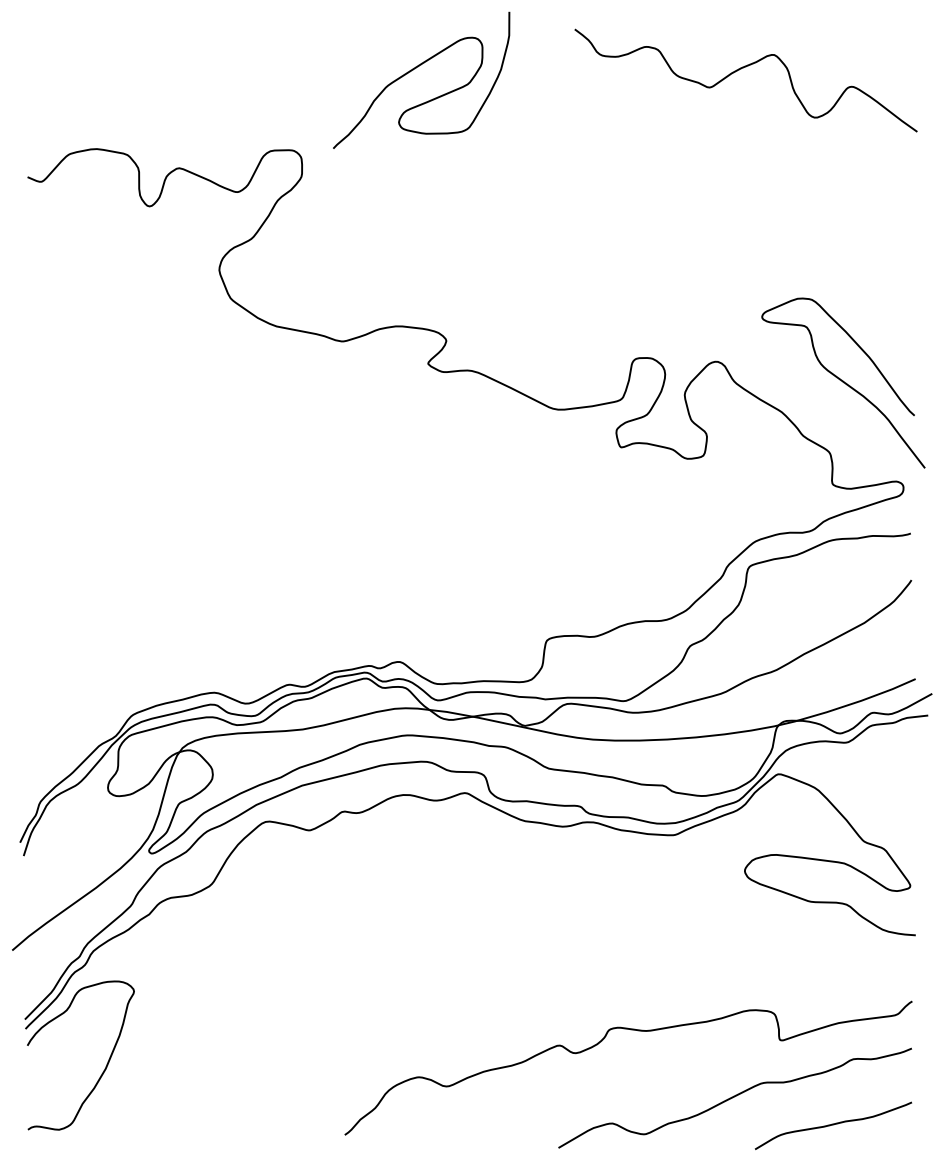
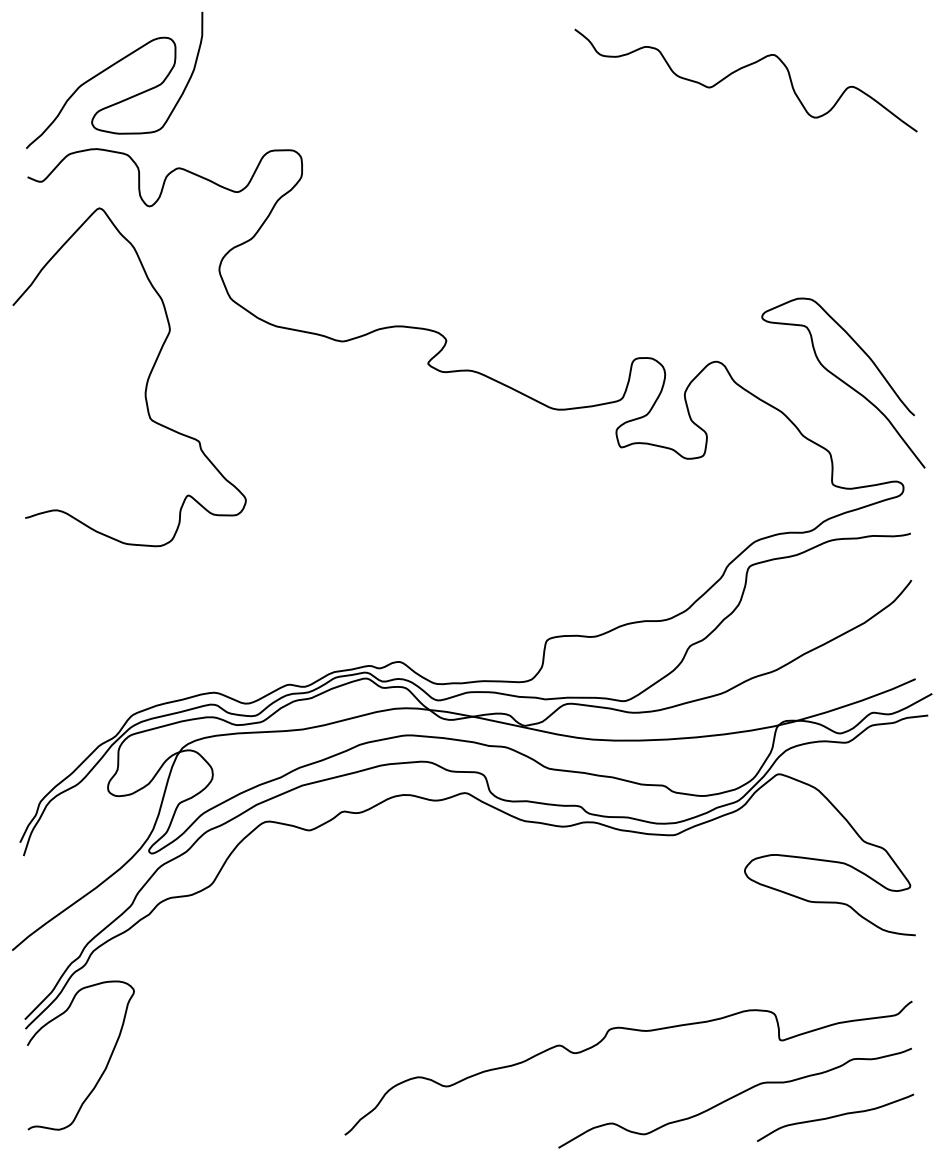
curve at (413, 70) position: (413, 70) -> (106, 70)
curve at (146, 381): none -> present
curve at (833, 1125) position: (833, 1125) -> (835, 1117)
